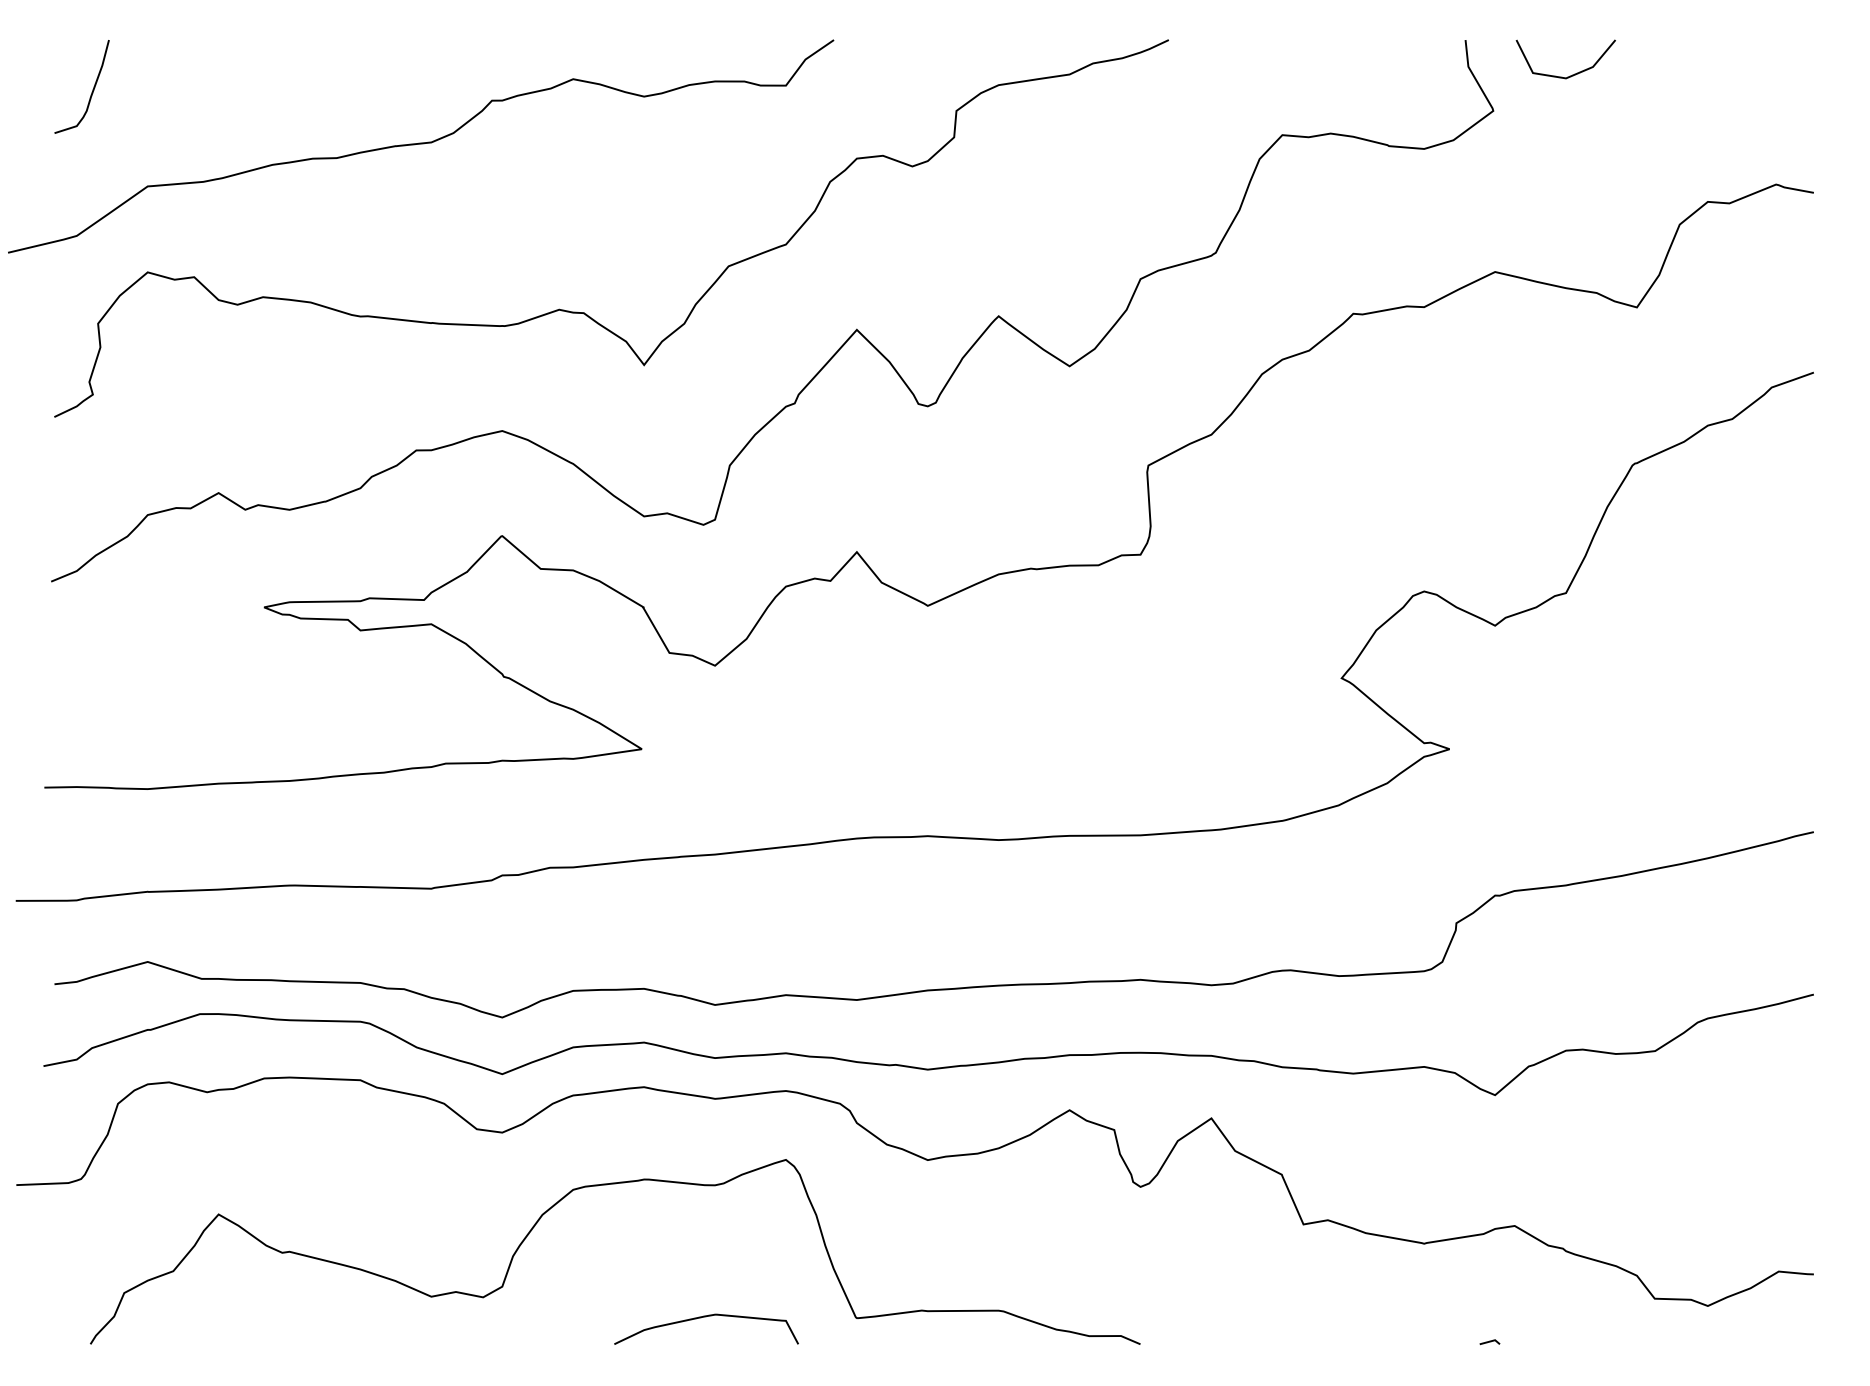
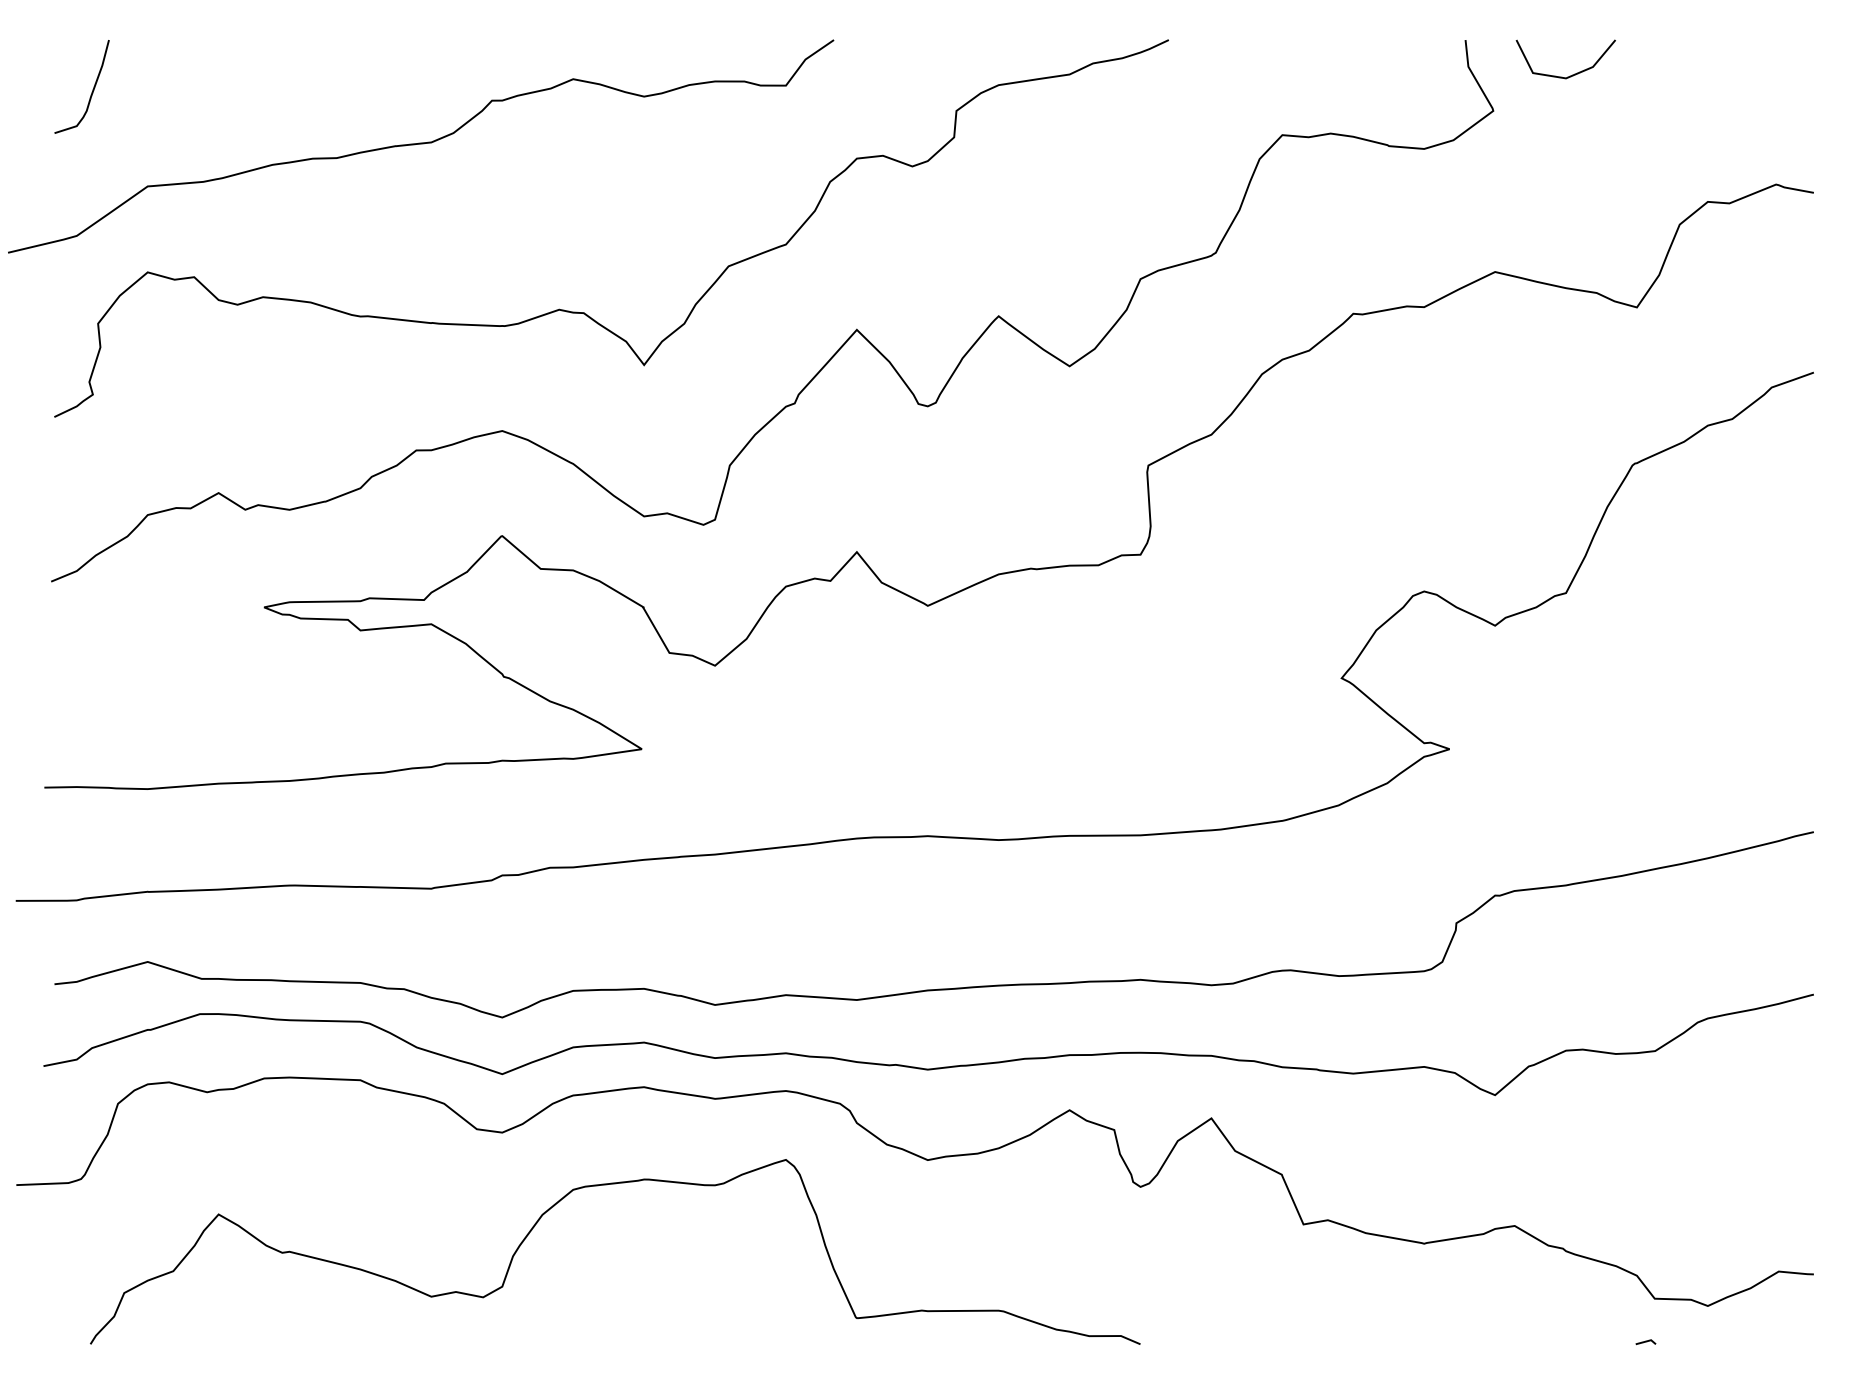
curve at (706, 1317): present -> none
line at (1489, 1341) position: (1489, 1341) -> (1645, 1341)
